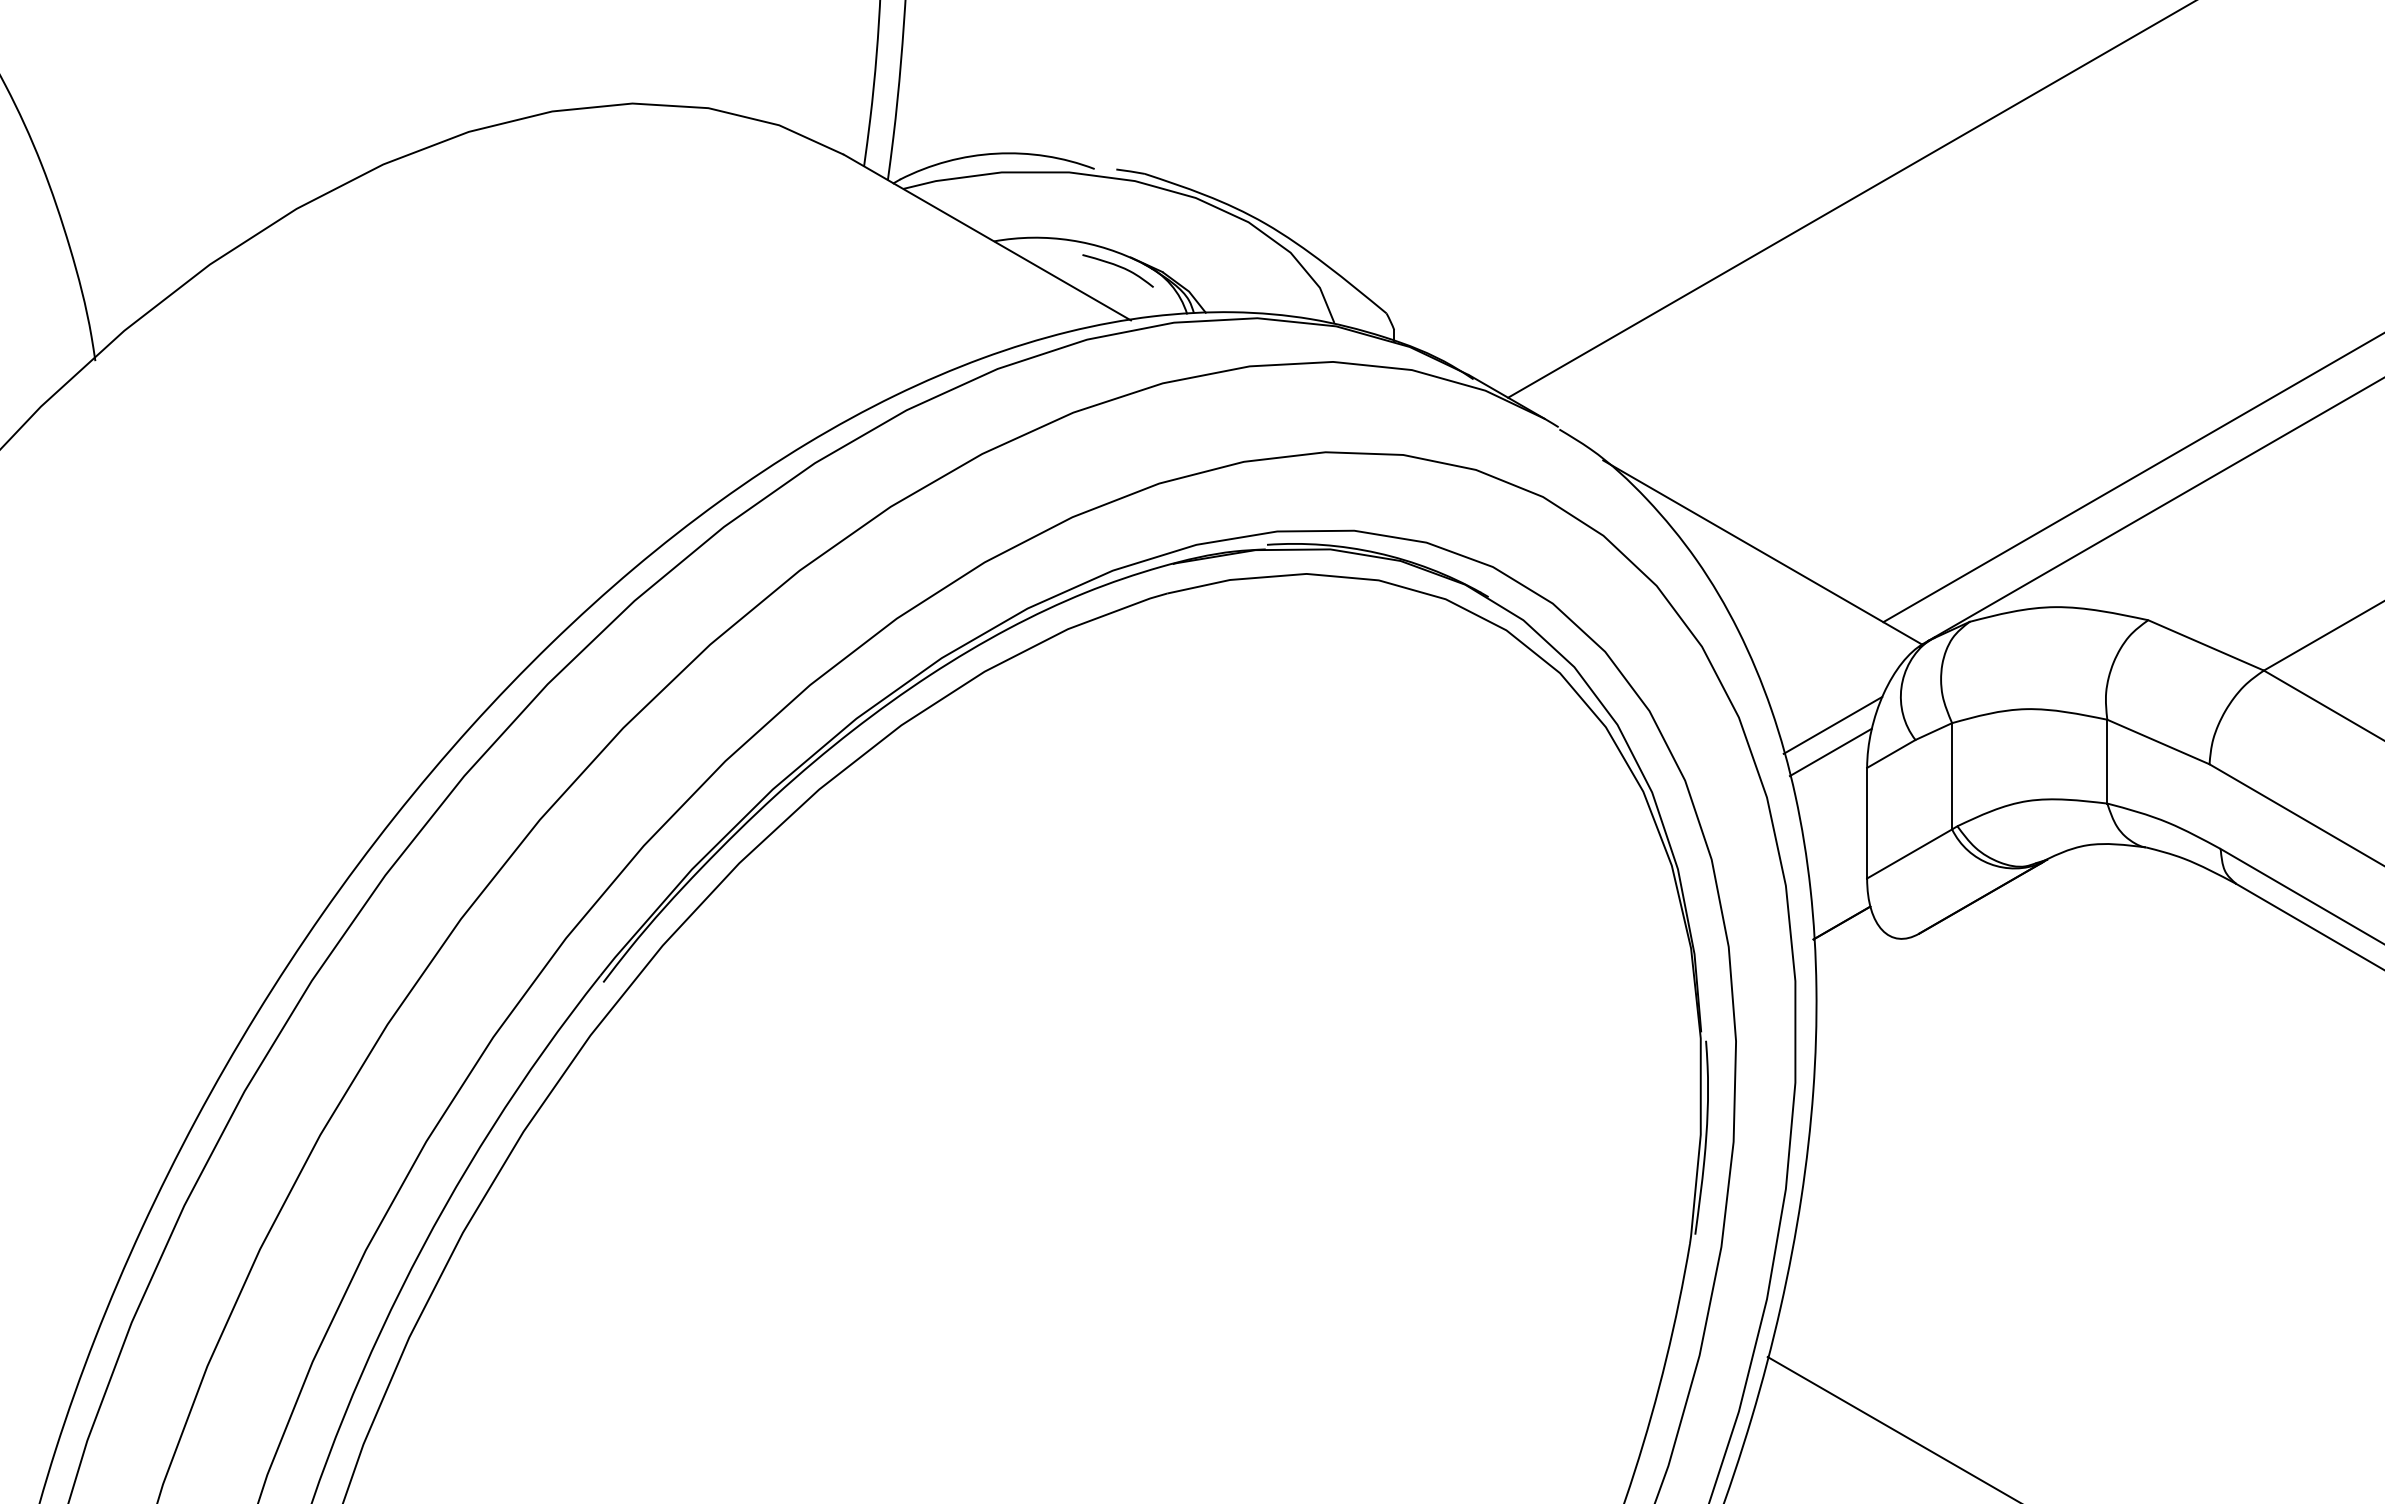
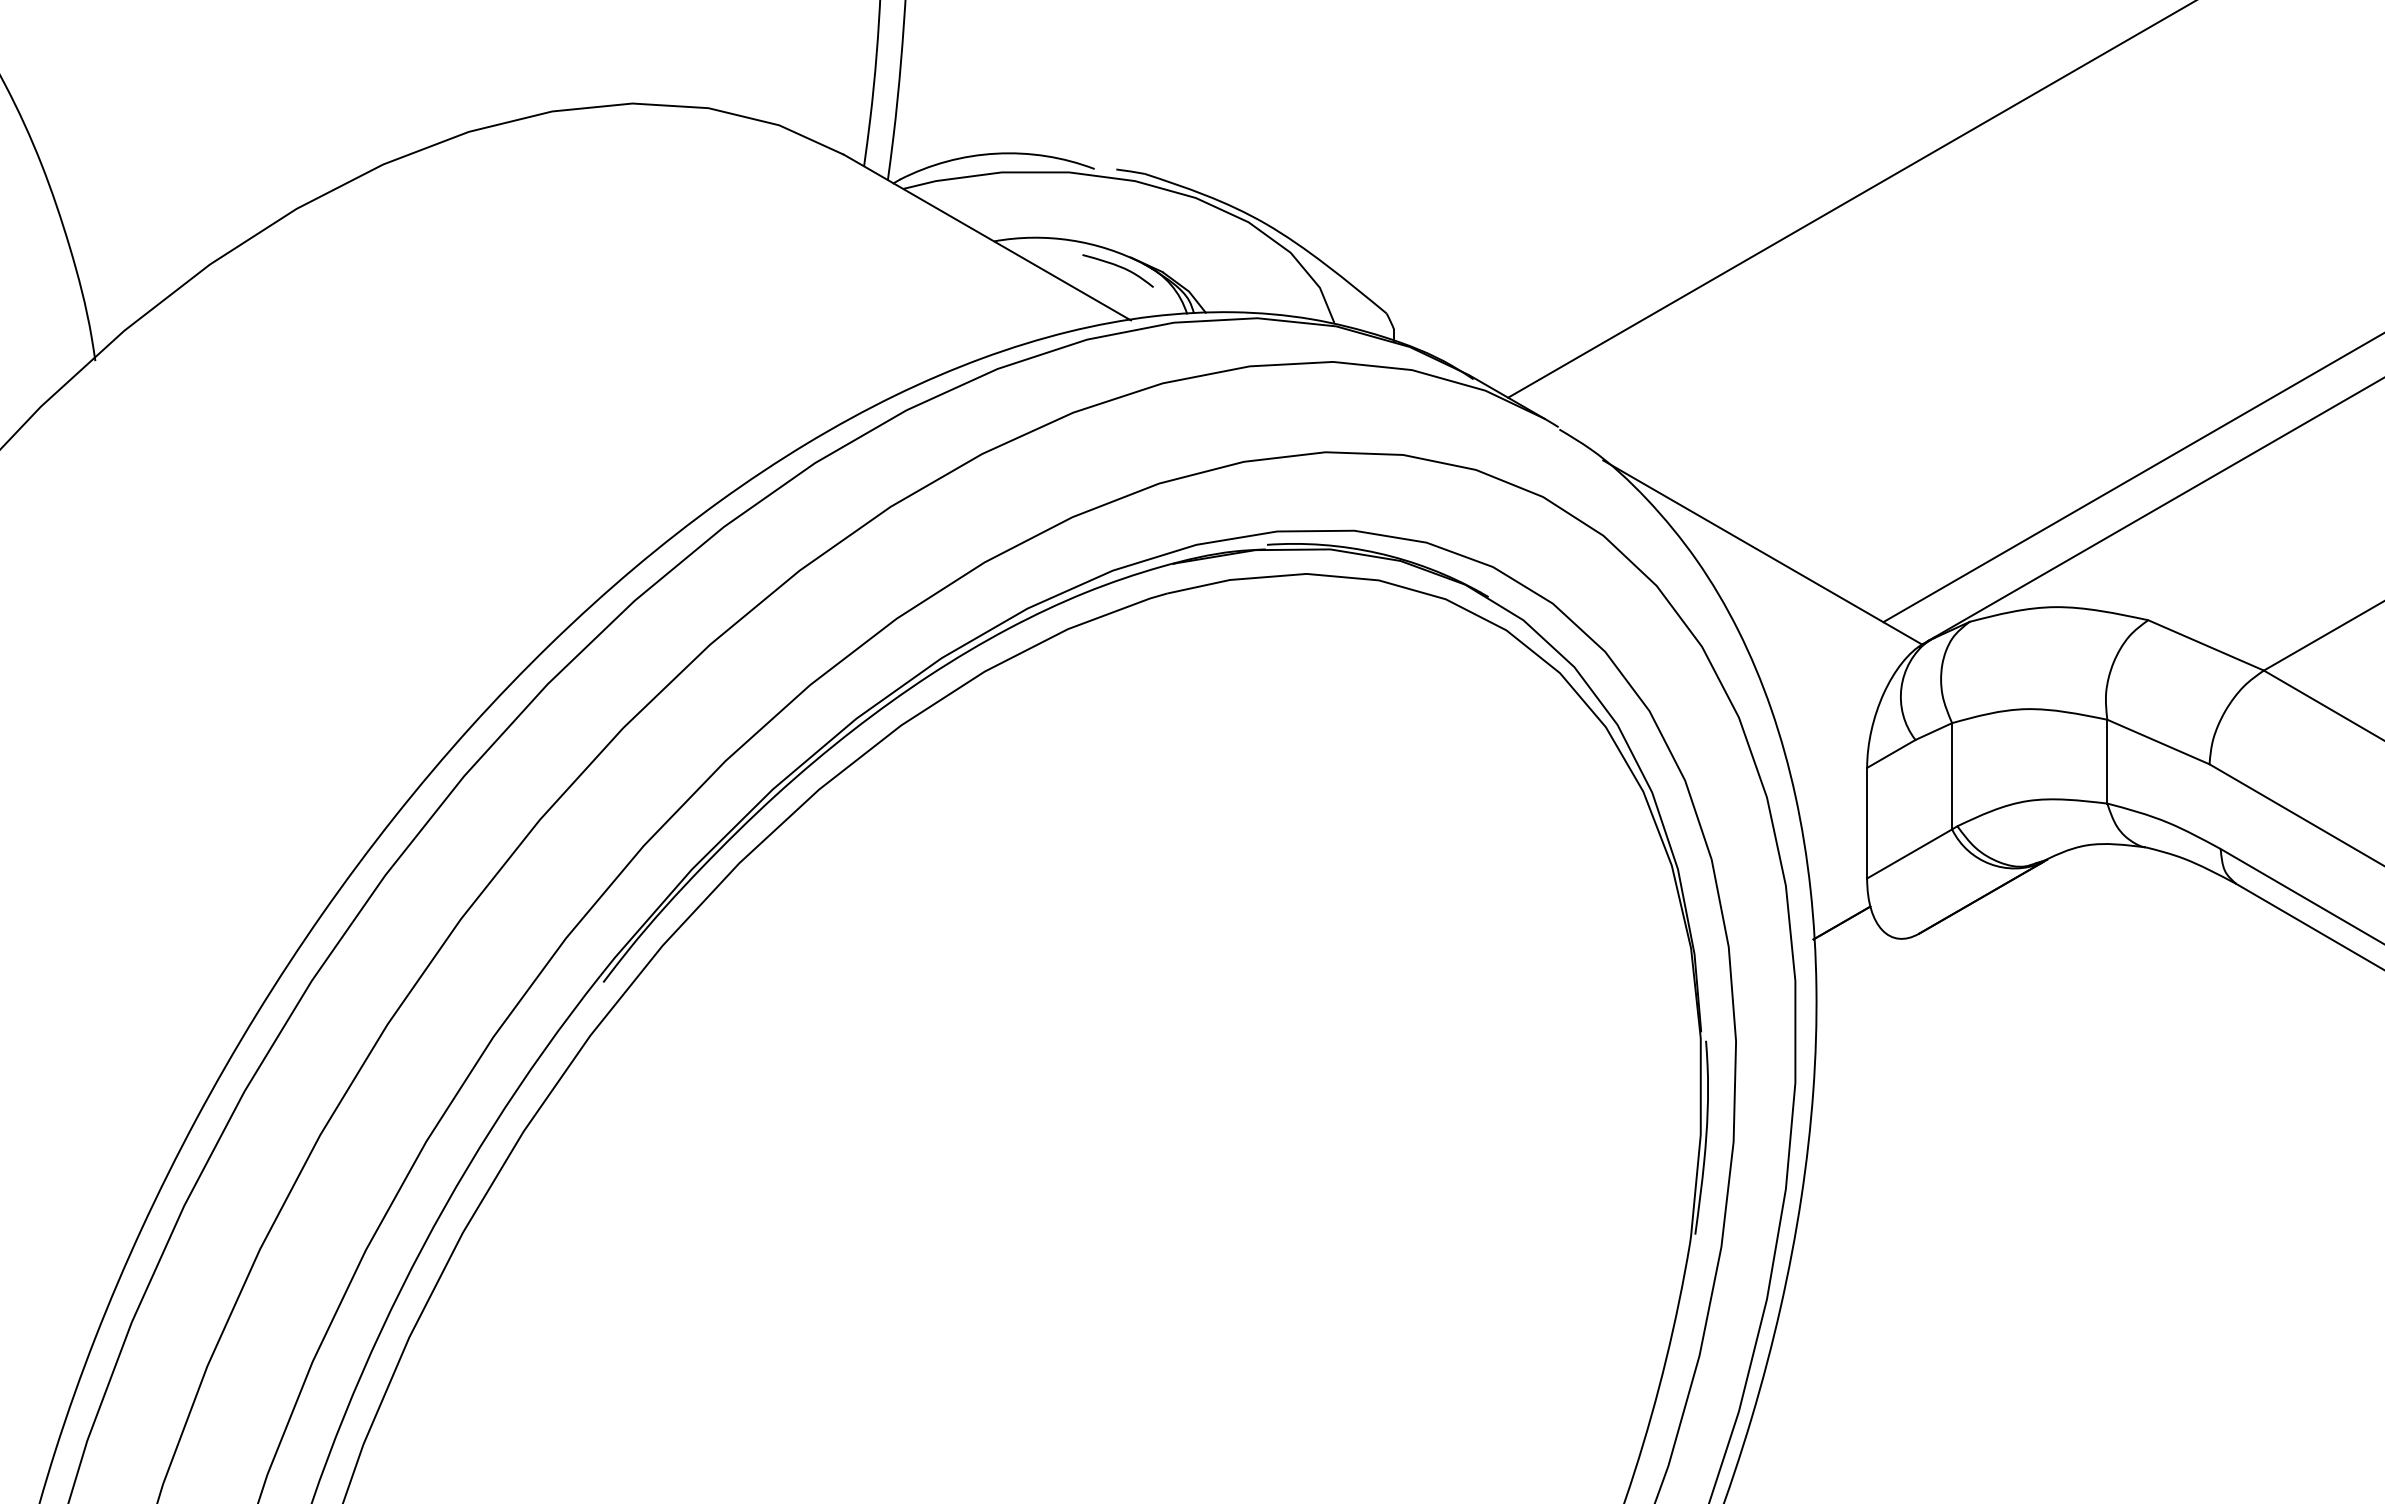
line at (1832, 724): present -> none
line at (1830, 752): present -> none
line at (1891, 1428): present -> none
